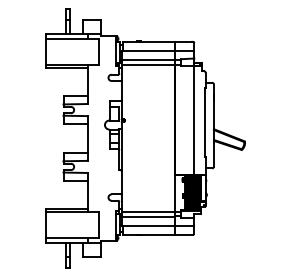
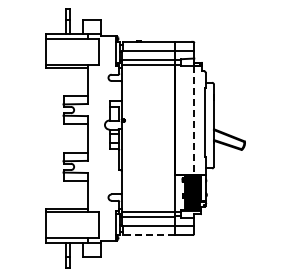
line at (194, 121): solid -> dashed
line at (148, 235): solid -> dashed
